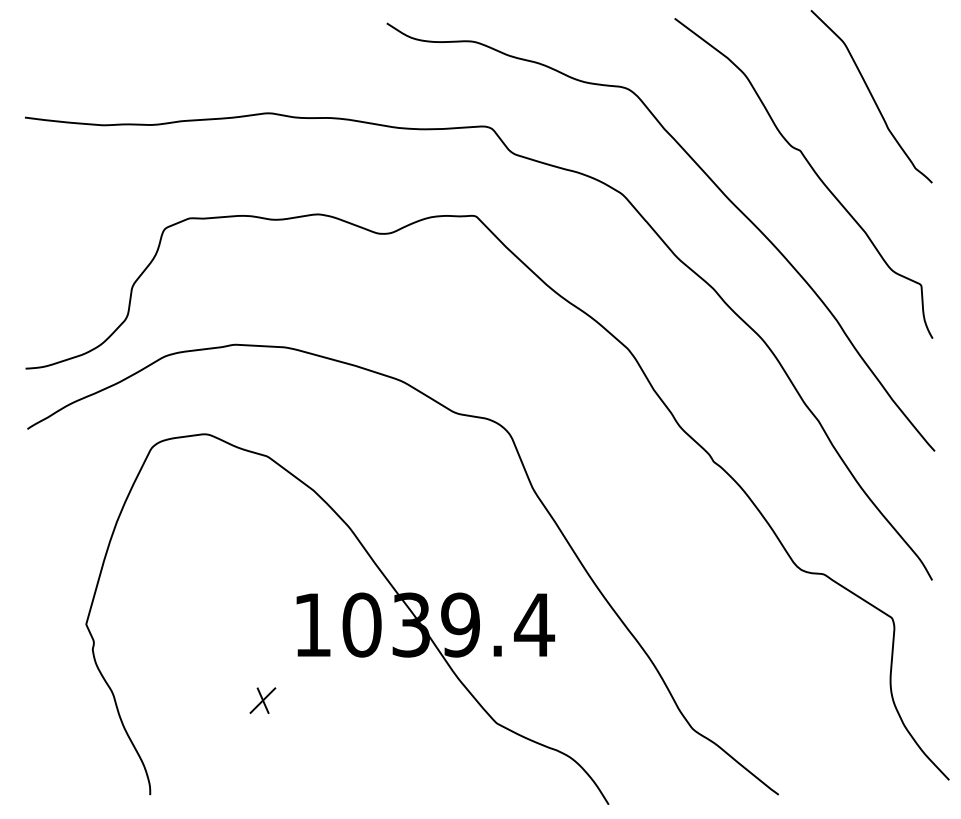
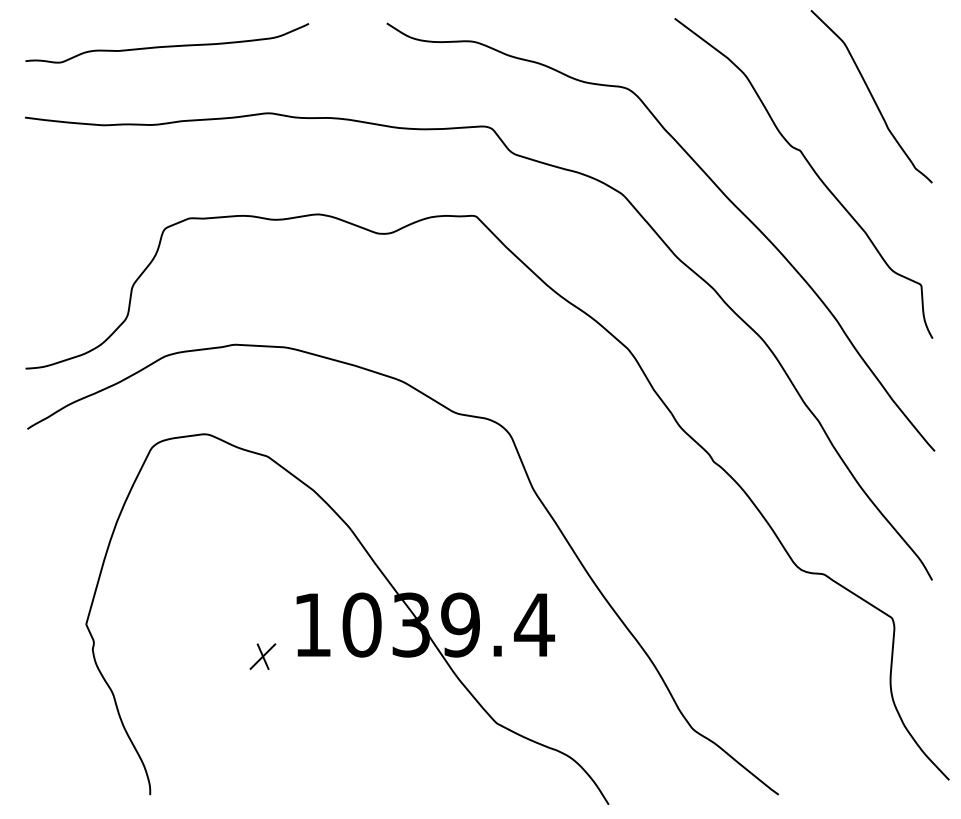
curve at (167, 45): none -> present
part at (262, 700) position: (262, 700) -> (262, 656)
